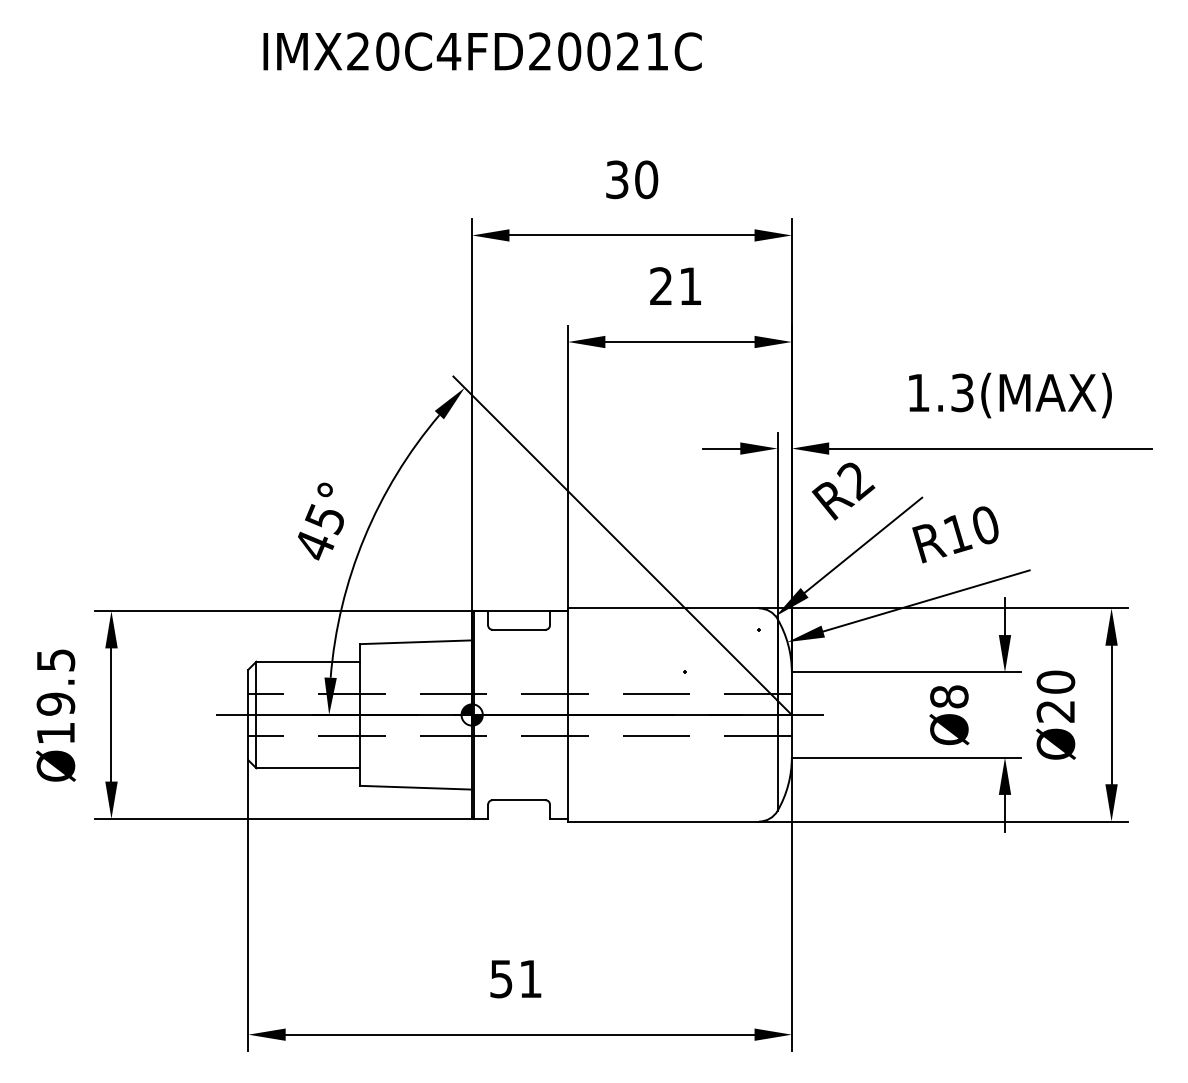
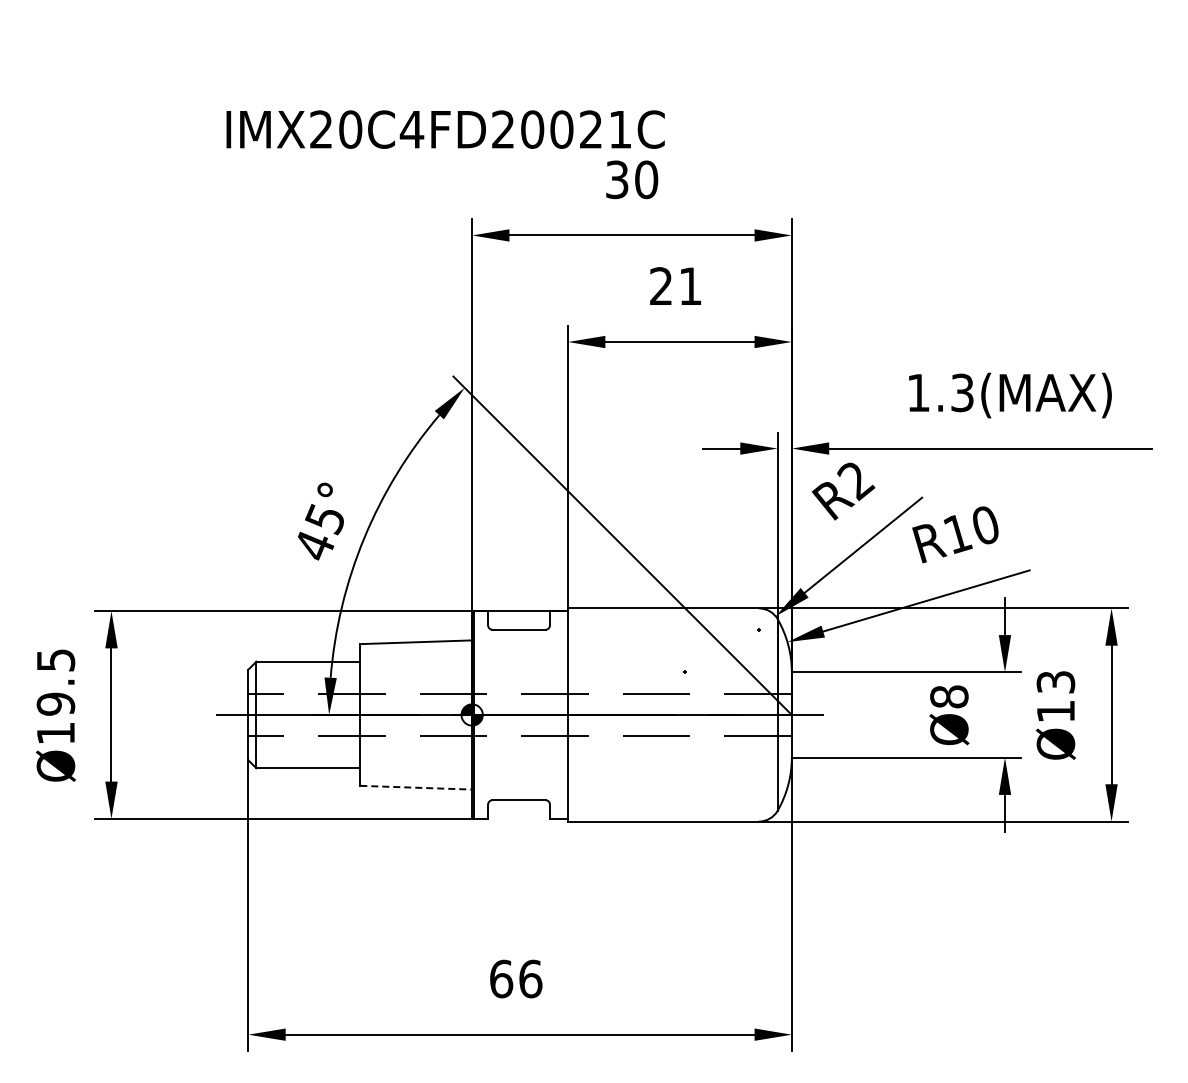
text at (482, 51) position: (482, 51) -> (445, 129)
text at (1055, 696): Ø20 -> Ø13
line at (416, 787): solid -> dashed
text at (516, 978): 51 -> 66
